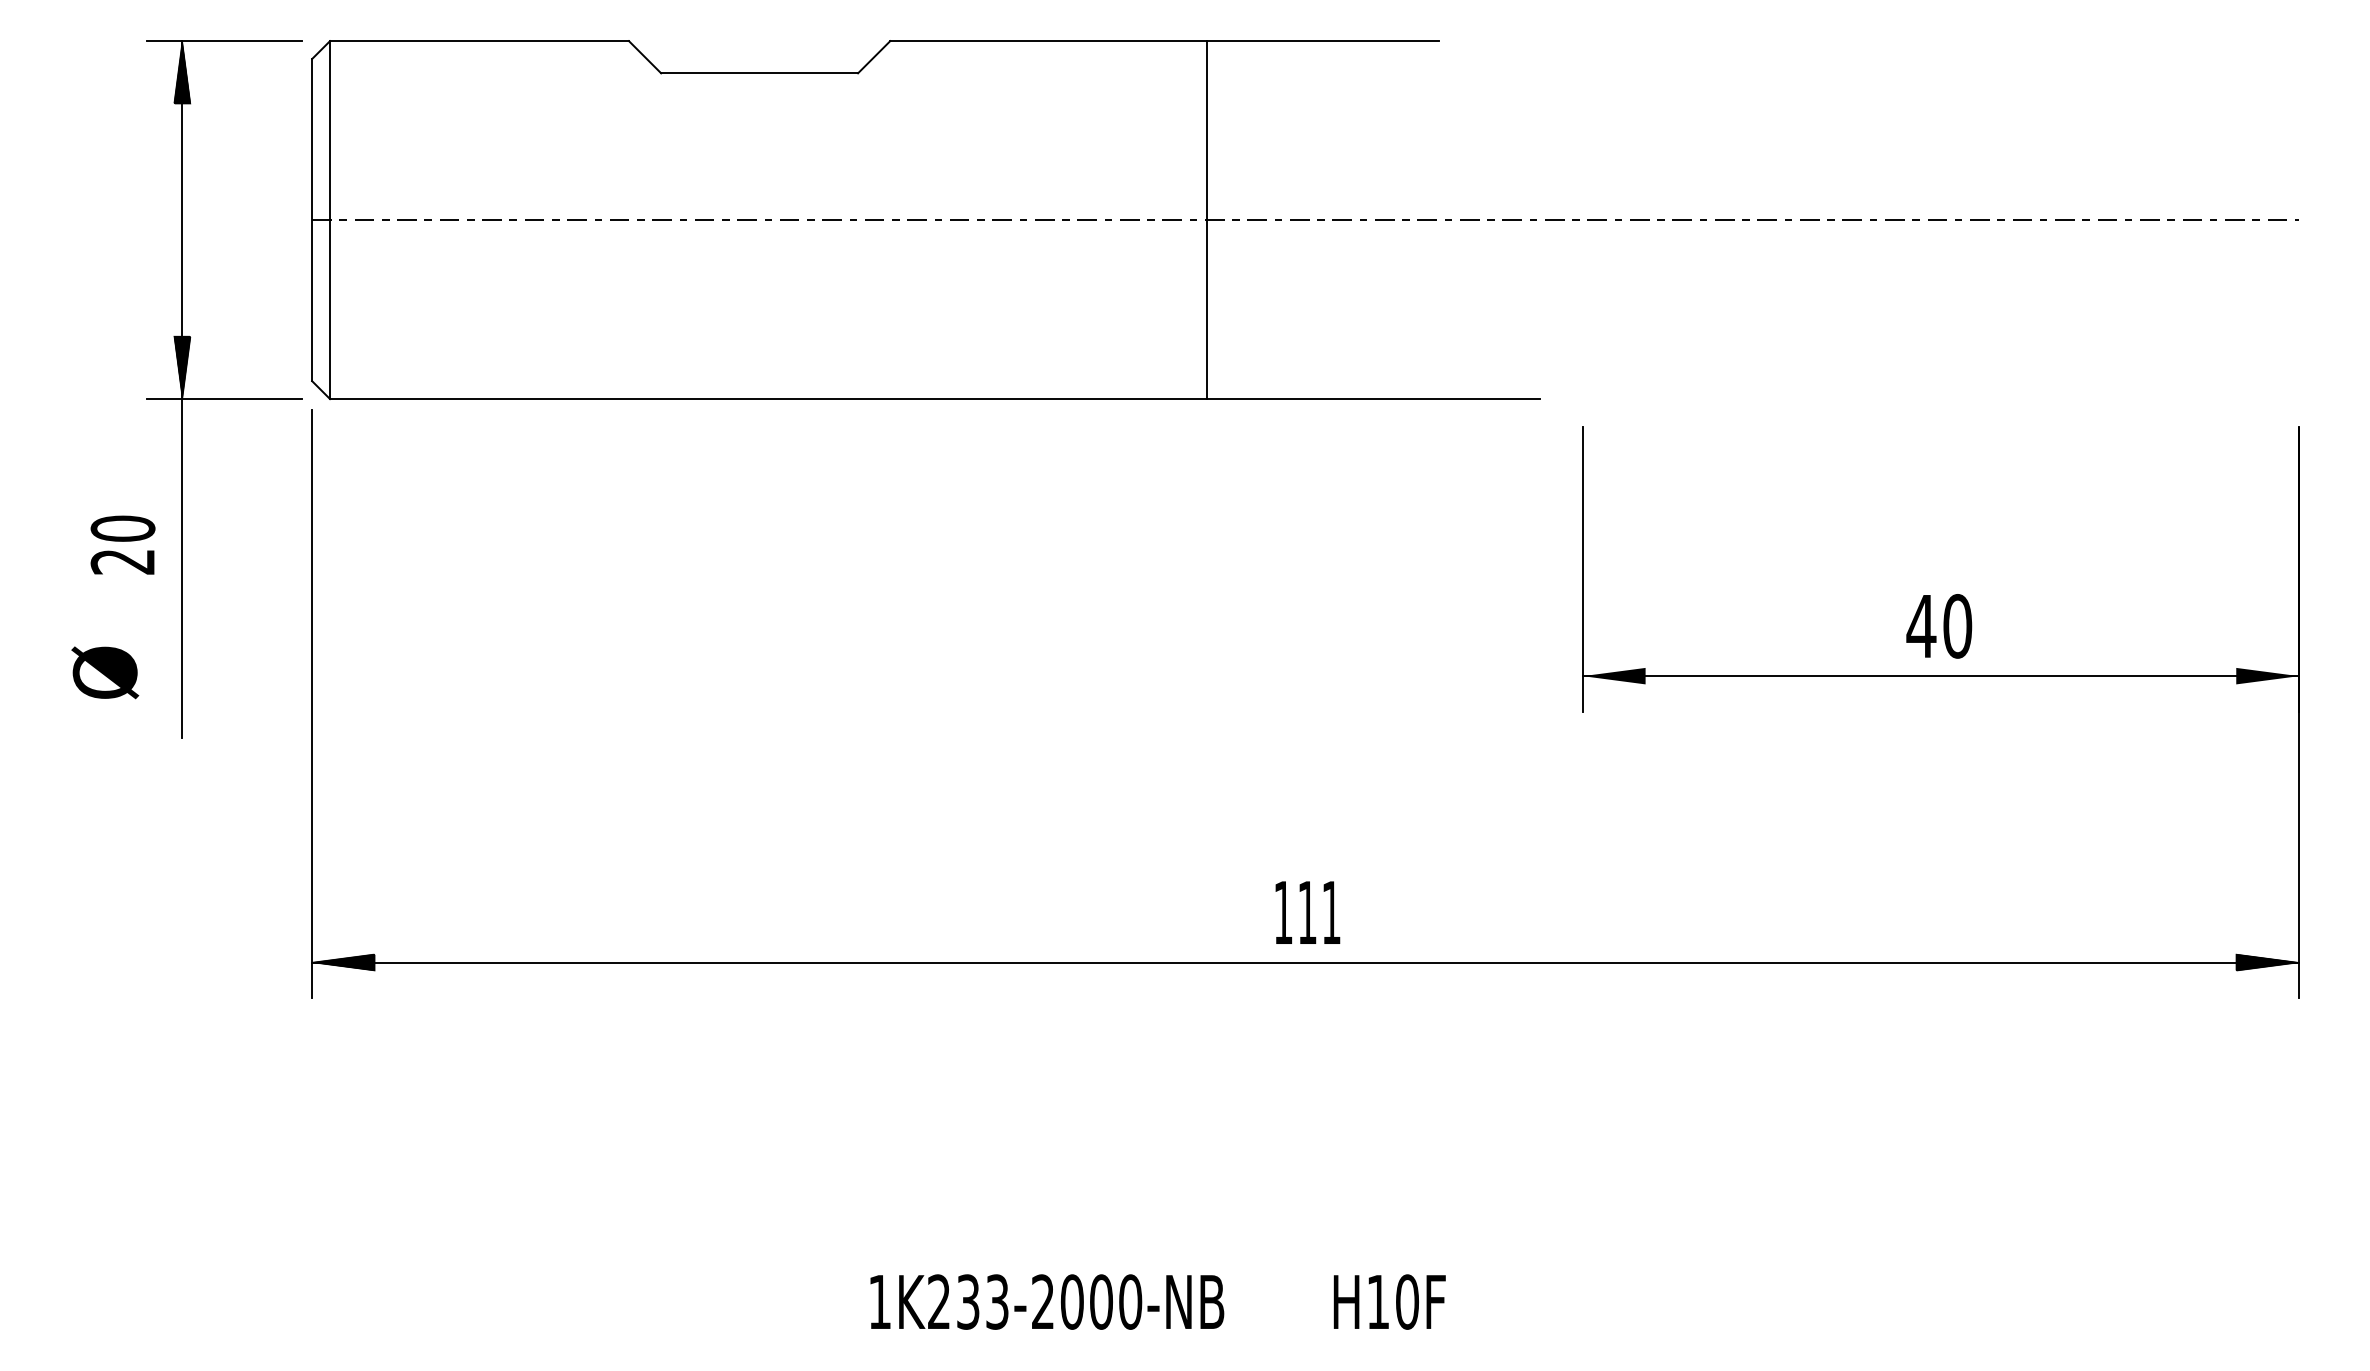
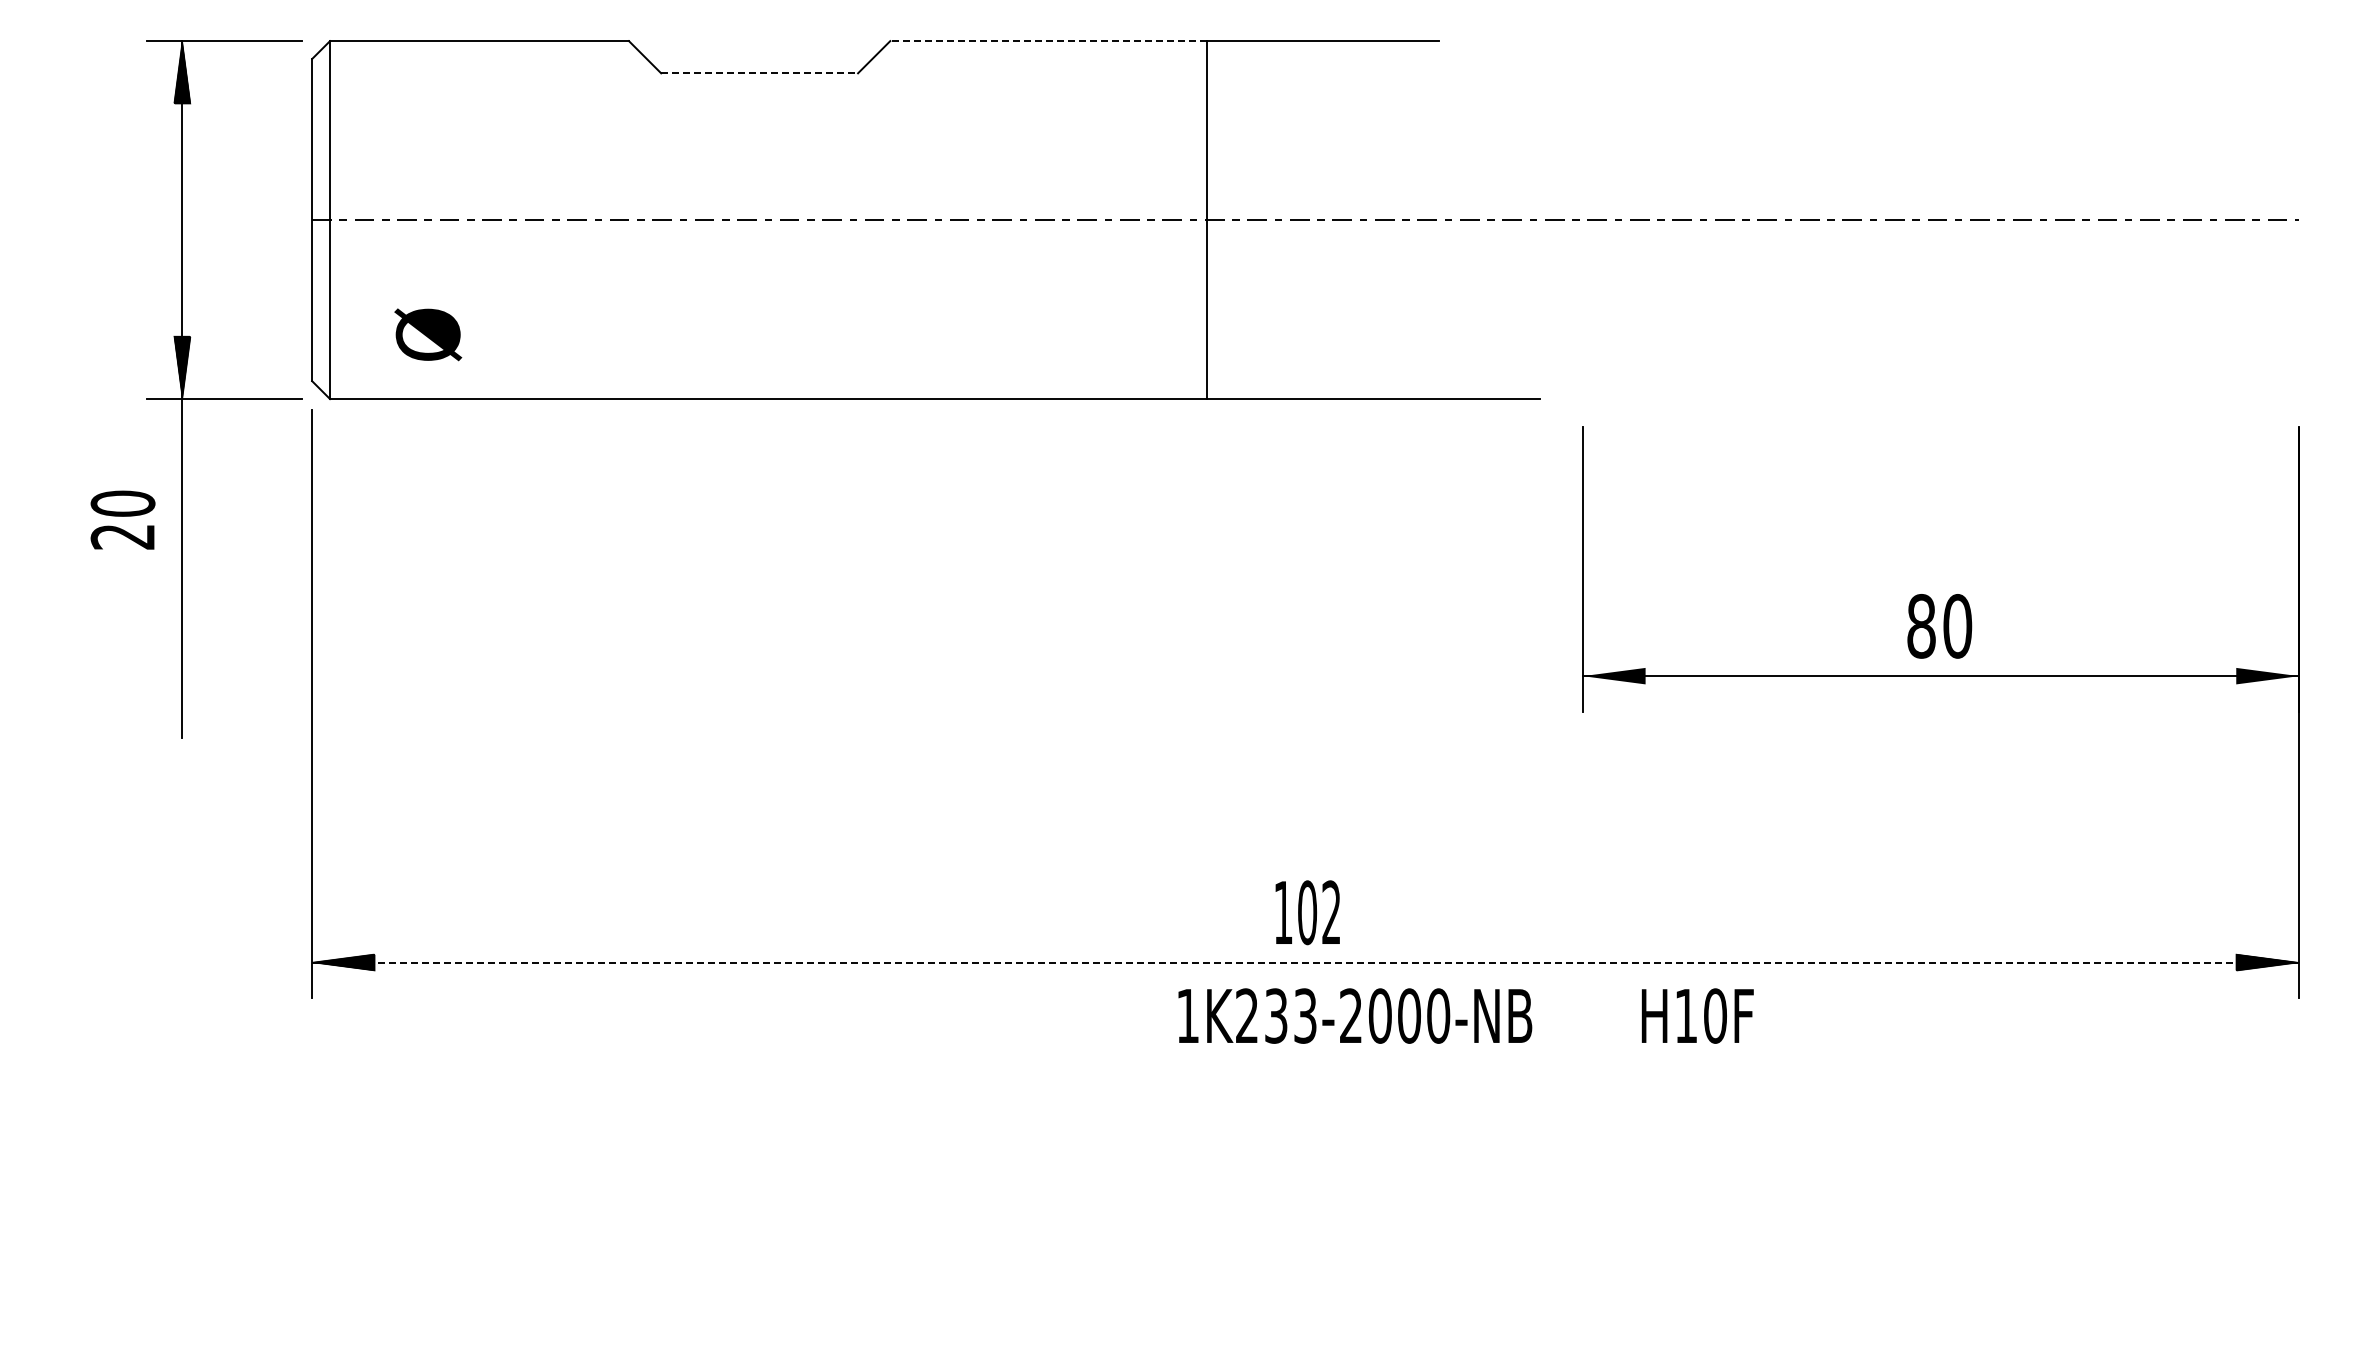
line at (1048, 41): solid -> dashed
line at (760, 73): solid -> dashed
text at (122, 544) position: (122, 544) -> (122, 519)
text at (1921, 626): 40 -> 80
text at (105, 672) position: (105, 672) -> (428, 334)
text at (1319, 912): 111 -> 102
line at (1305, 962): solid -> dashed
text at (1157, 1301) position: (1157, 1301) -> (1465, 1015)
